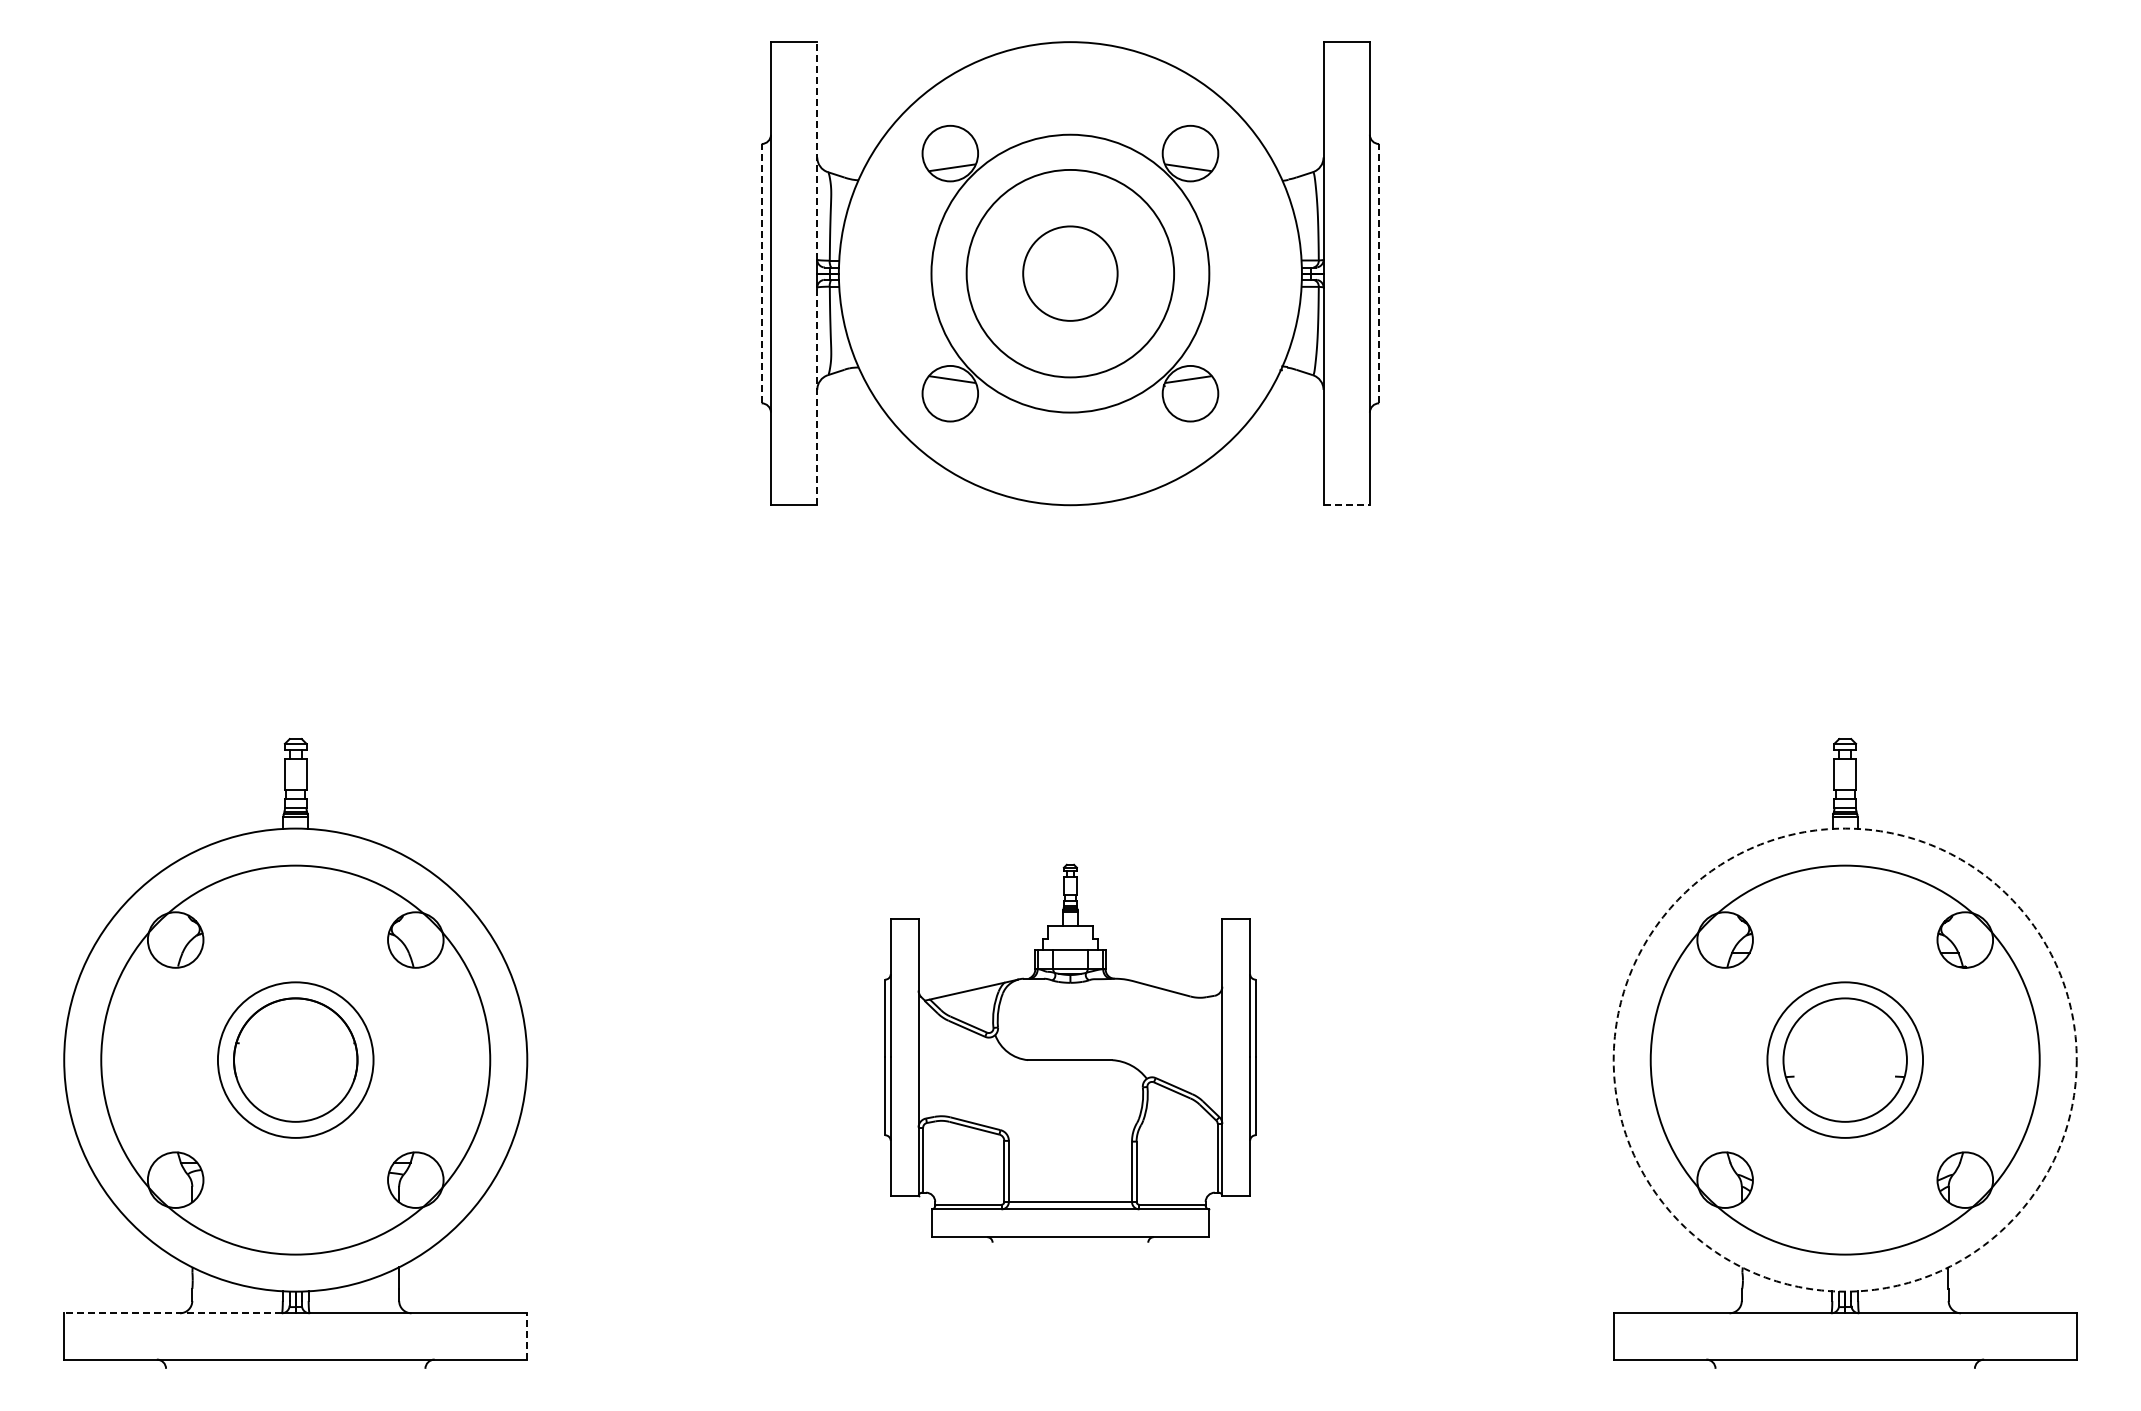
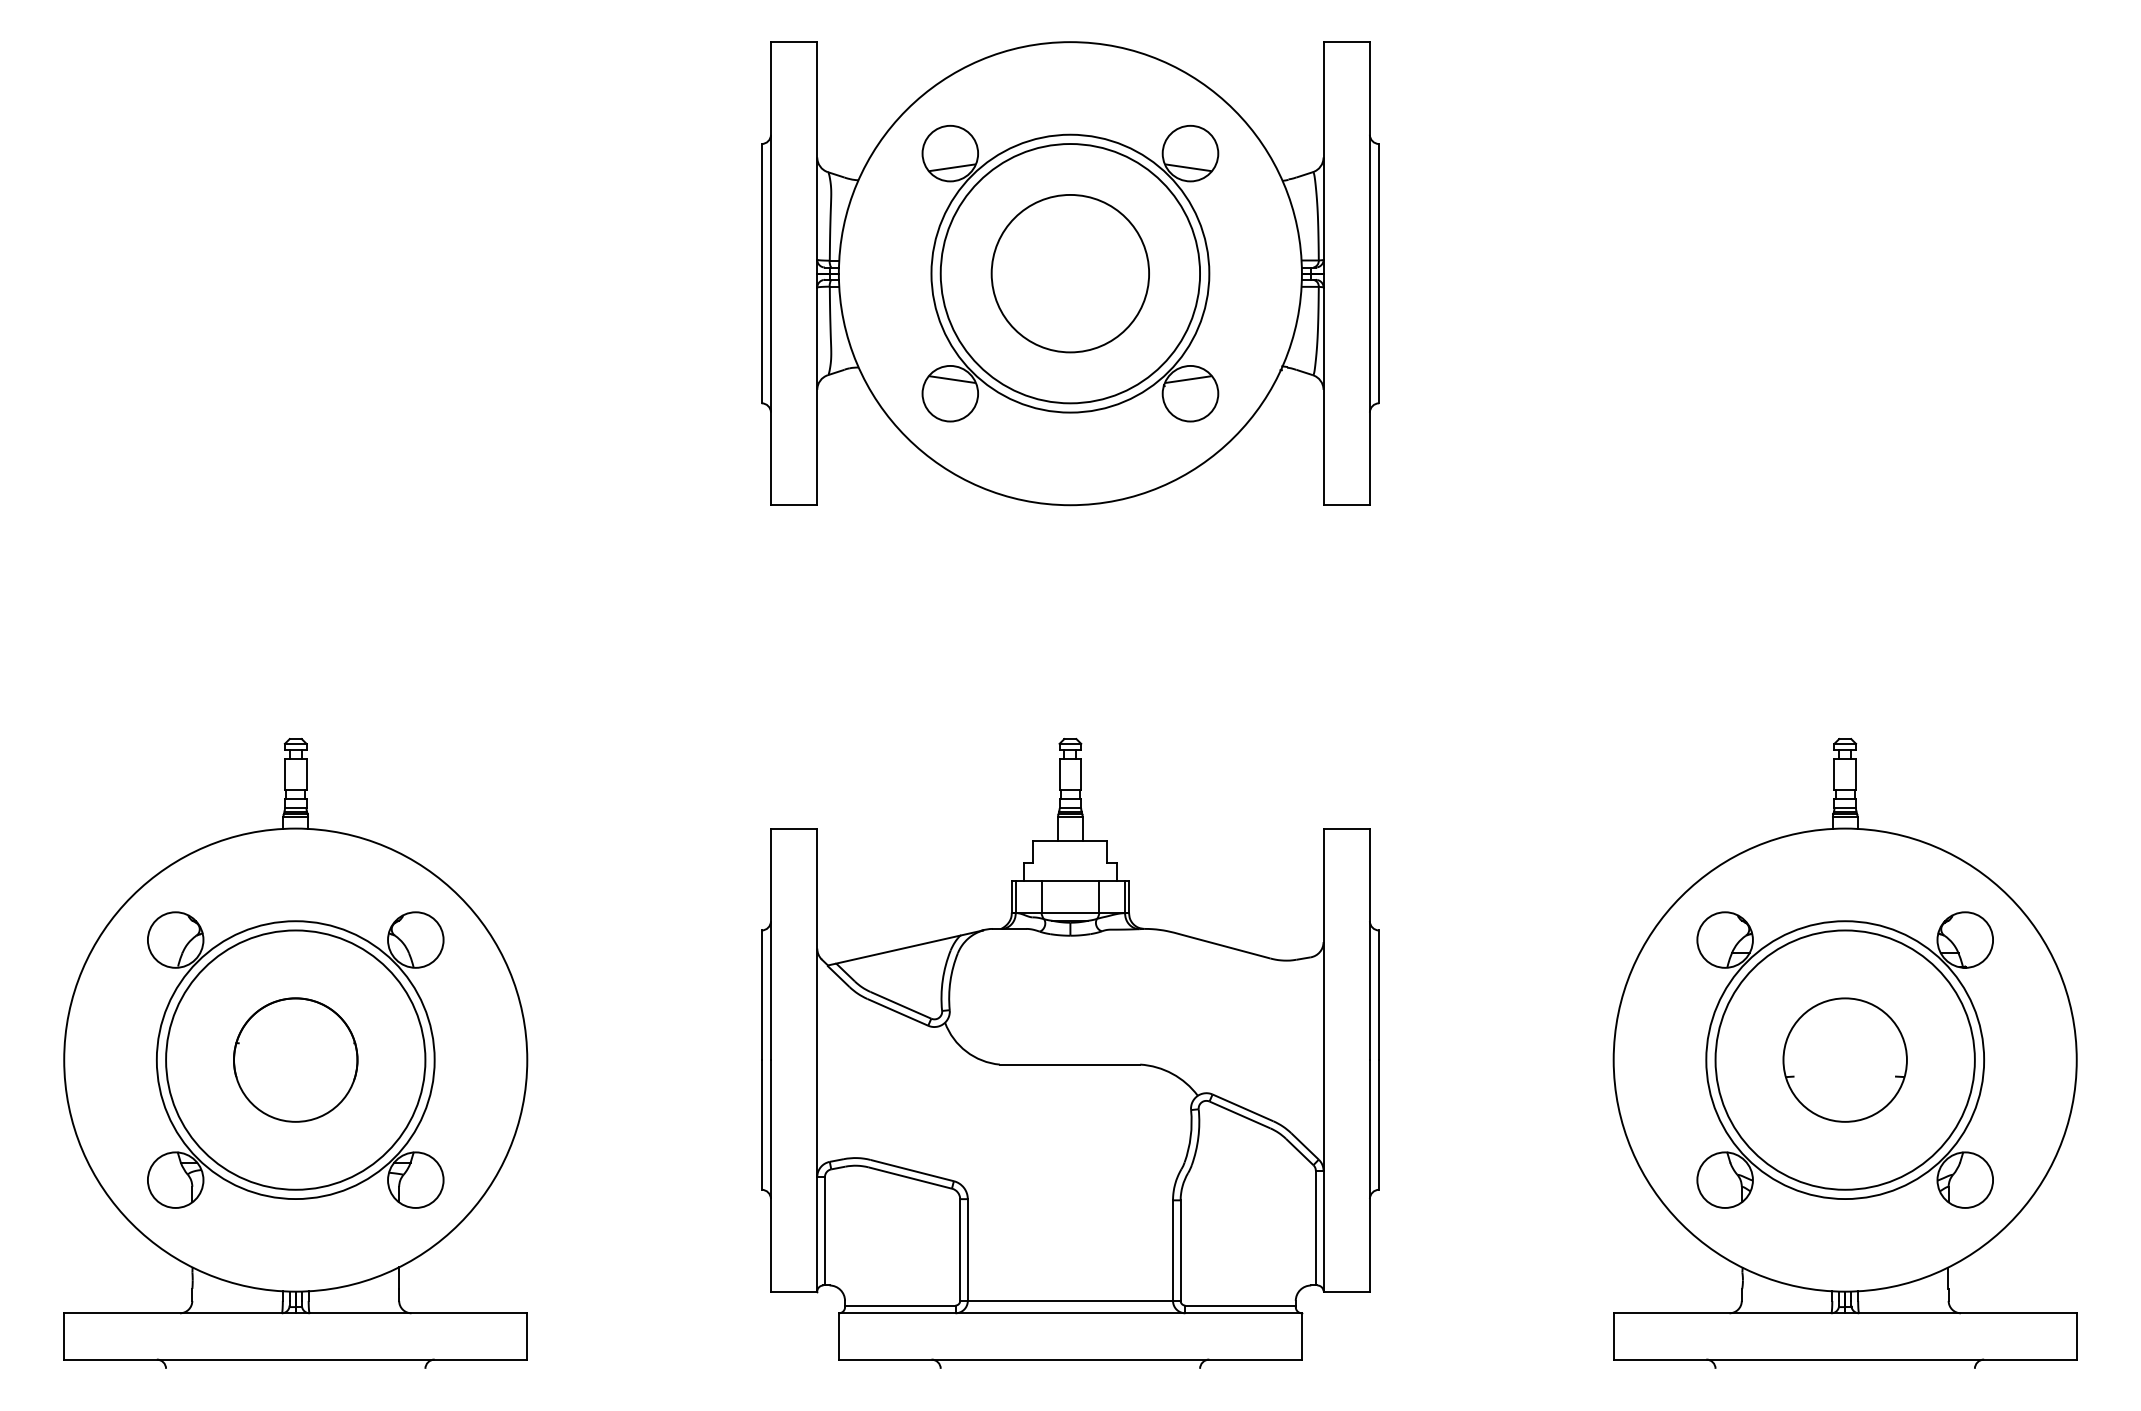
line at (817, 150): dashed -> solid
line at (761, 273): dashed -> solid
circle at (1070, 273) diameter: 207 px -> 259 px
circle at (1070, 273) diameter: 94 px -> 157 px
line at (1379, 273): dashed -> solid
line at (817, 396): dashed -> solid
line at (1347, 505): dashed -> solid
part at (1070, 1052) size: 373x380 px -> 619x631 px
circle at (295, 1059) diameter: 156 px -> 259 px
circle at (295, 1059) diameter: 389 px -> 278 px
circle at (1844, 1059) diameter: 389 px -> 278 px
circle at (1844, 1059): dashed -> solid
circle at (1845, 1059) diameter: 156 px -> 259 px
line at (173, 1313): dashed -> solid
line at (527, 1335): dashed -> solid
